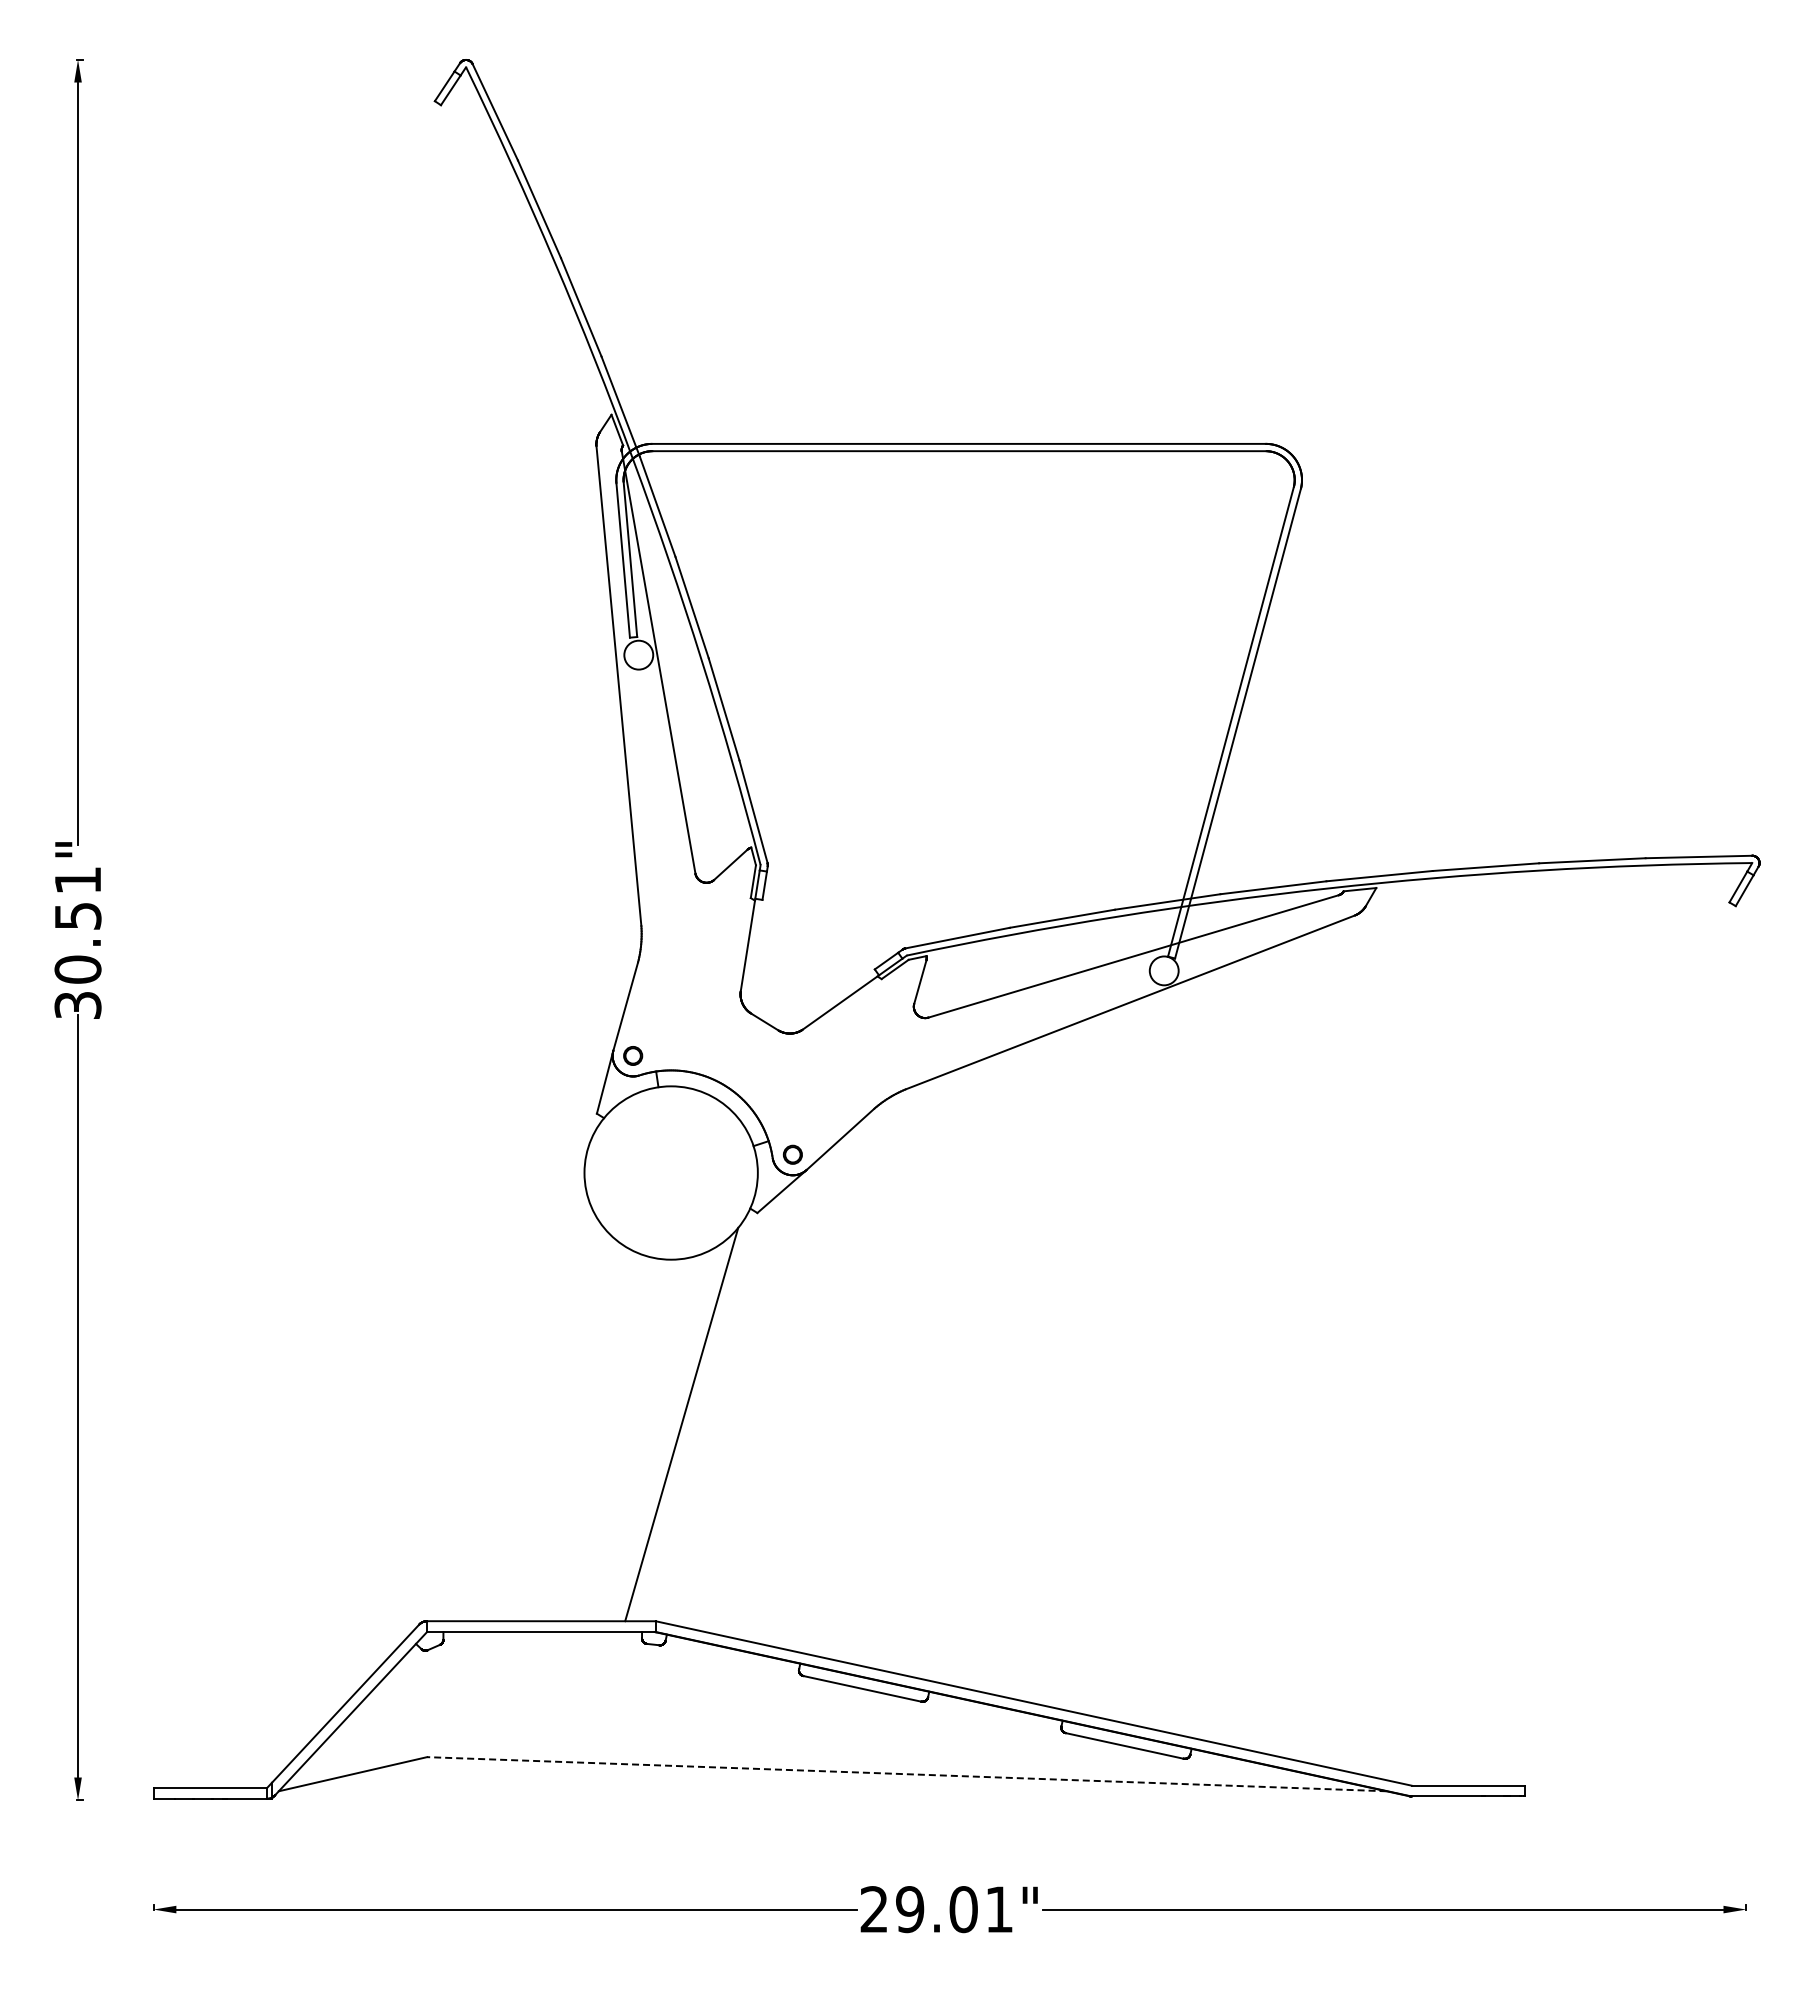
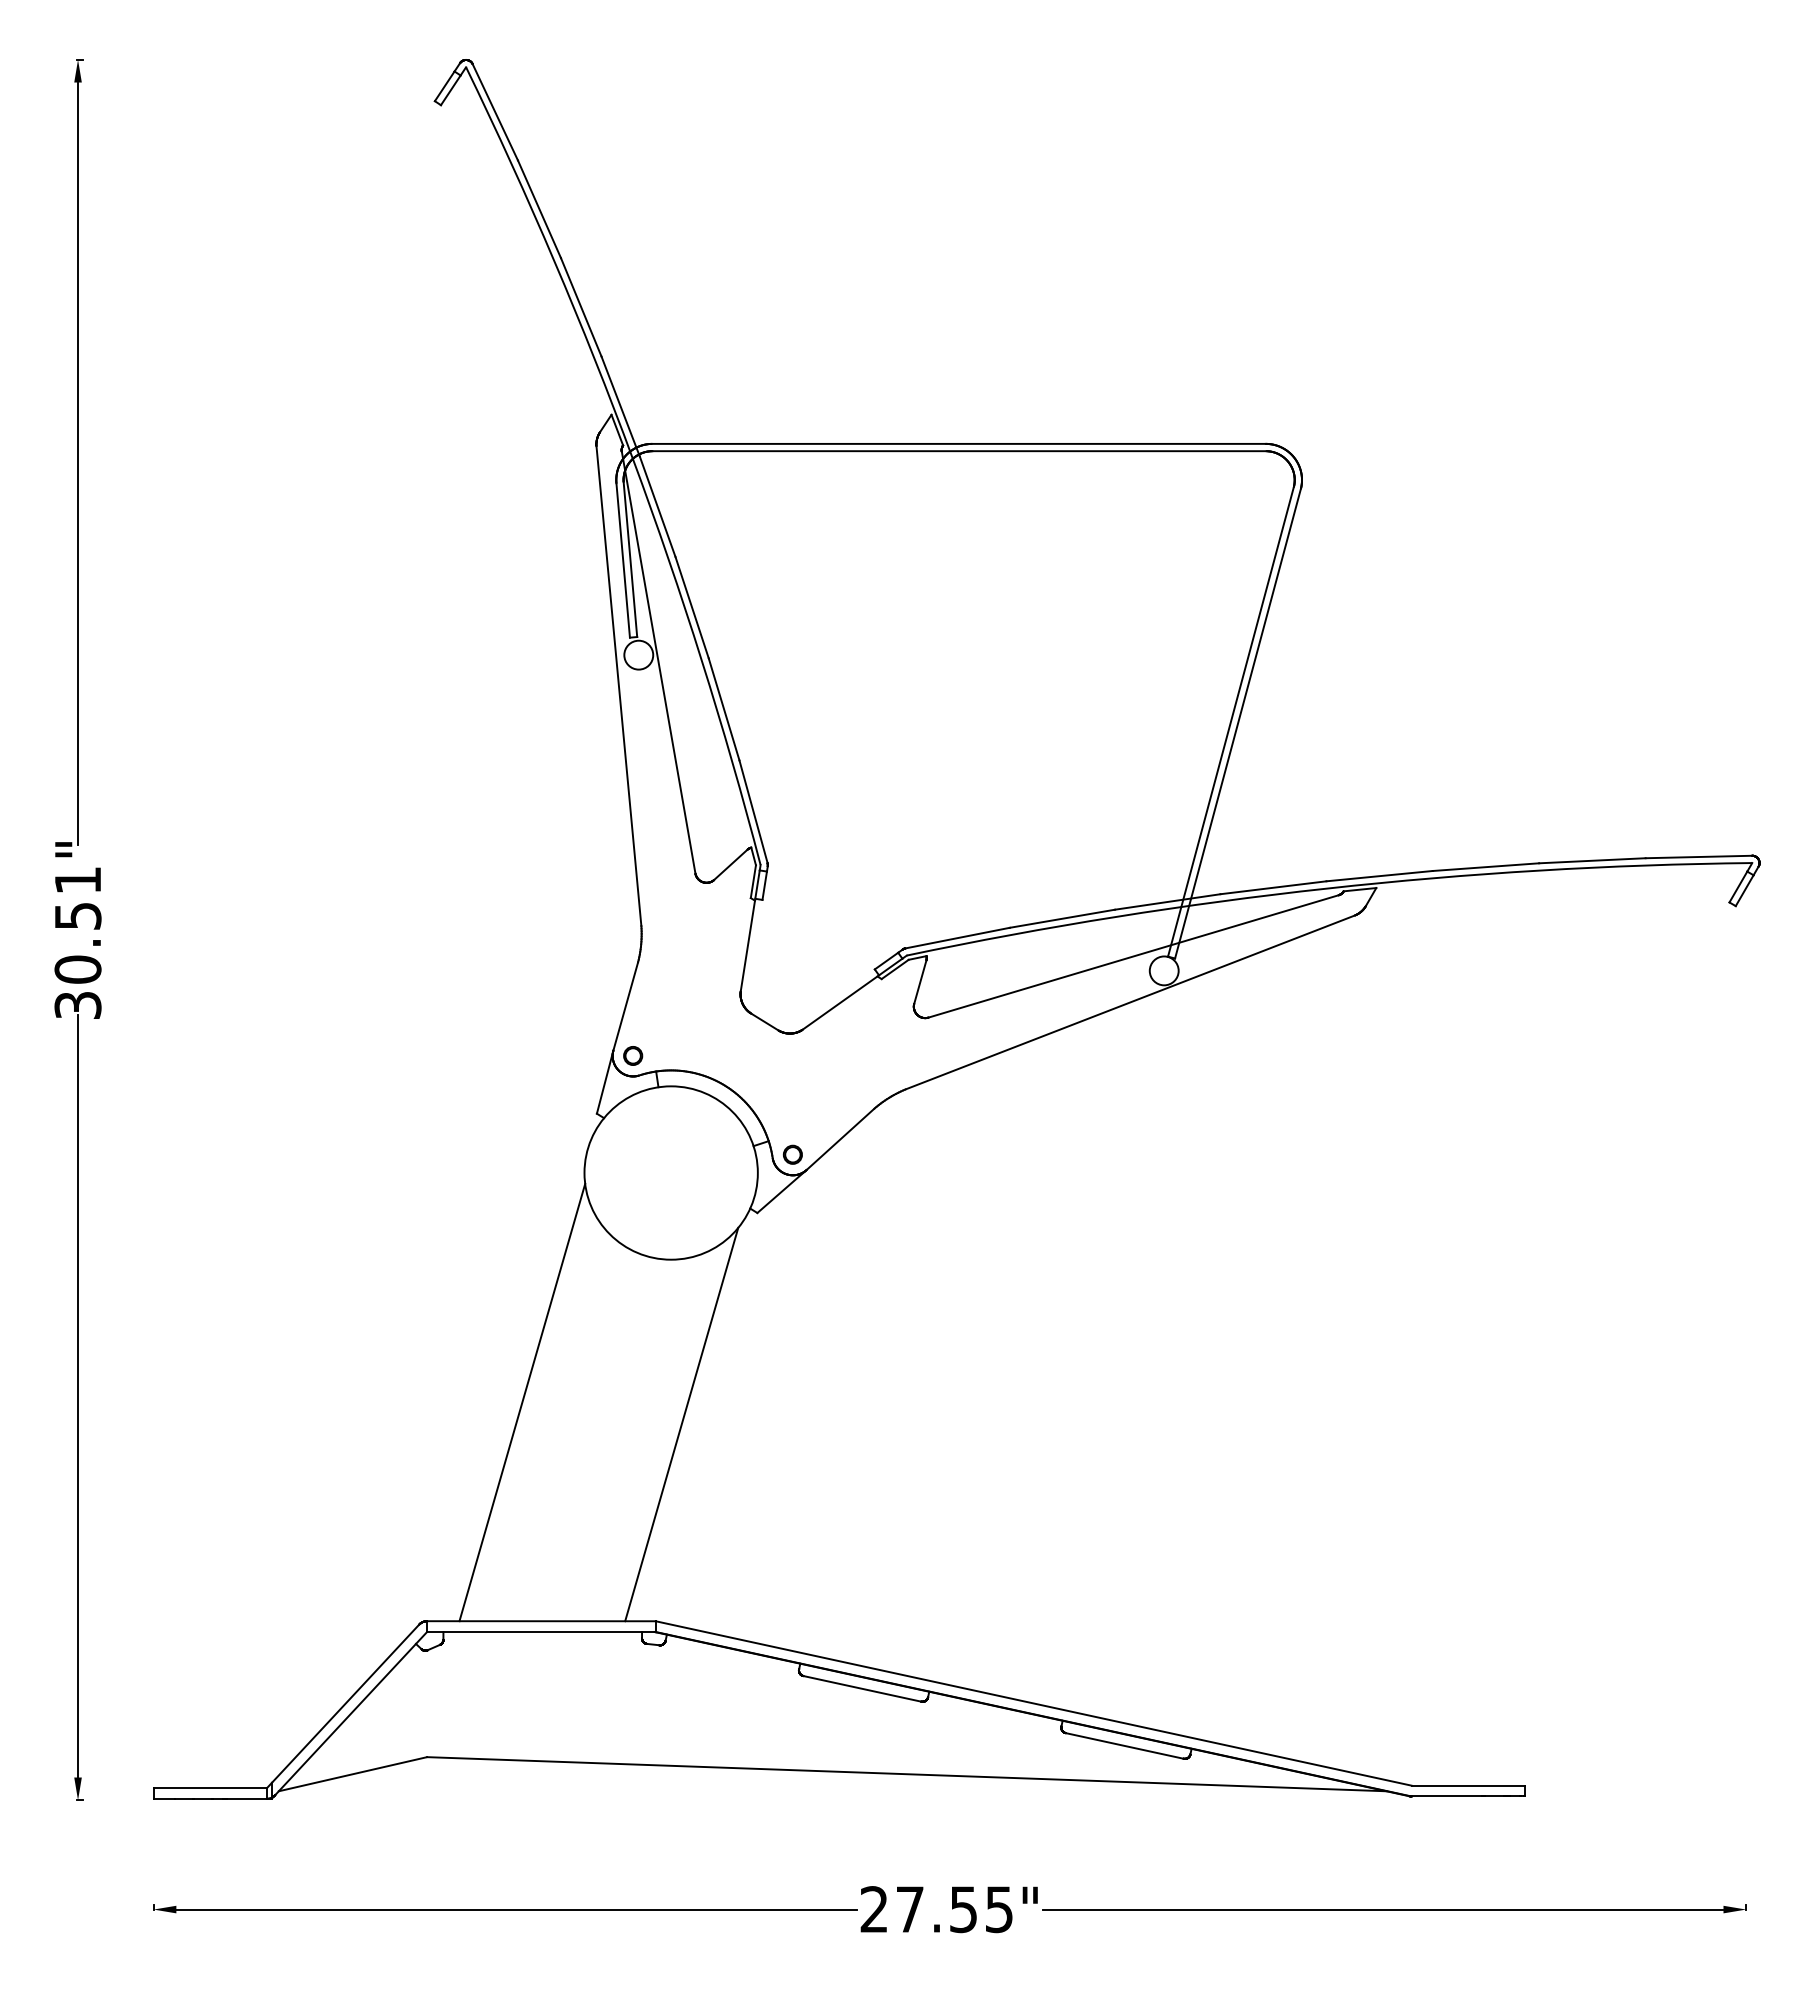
line at (522, 1402): none -> present
line at (906, 1774): dashed -> solid
text at (954, 1909): 29.01" -> 27.55"
